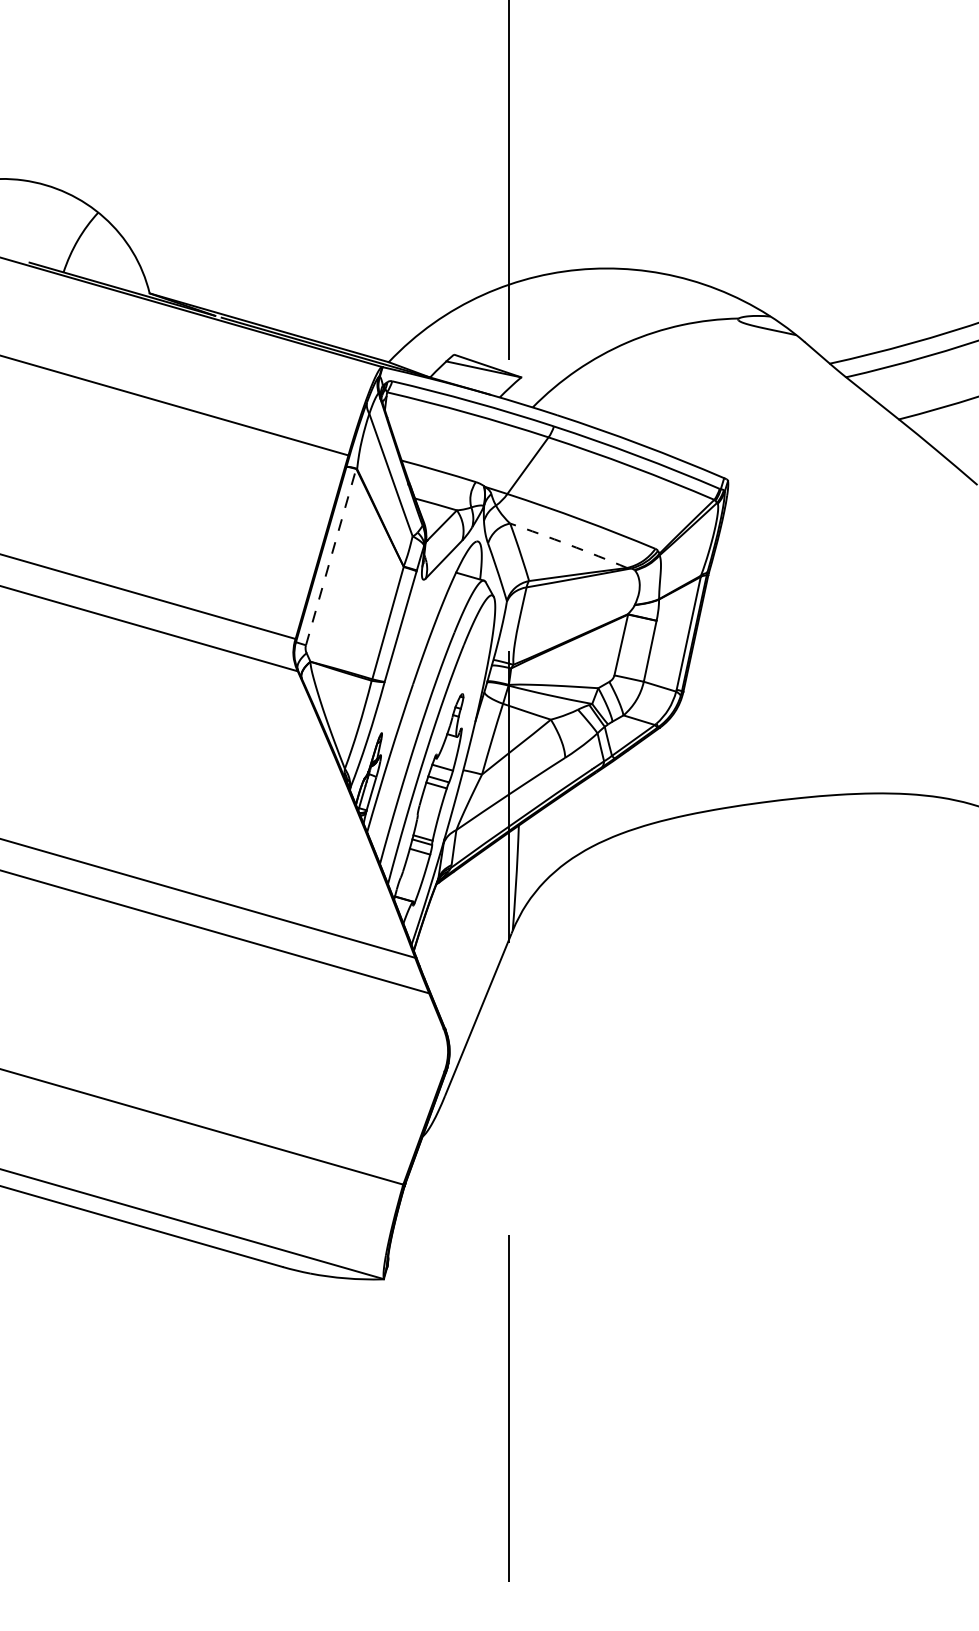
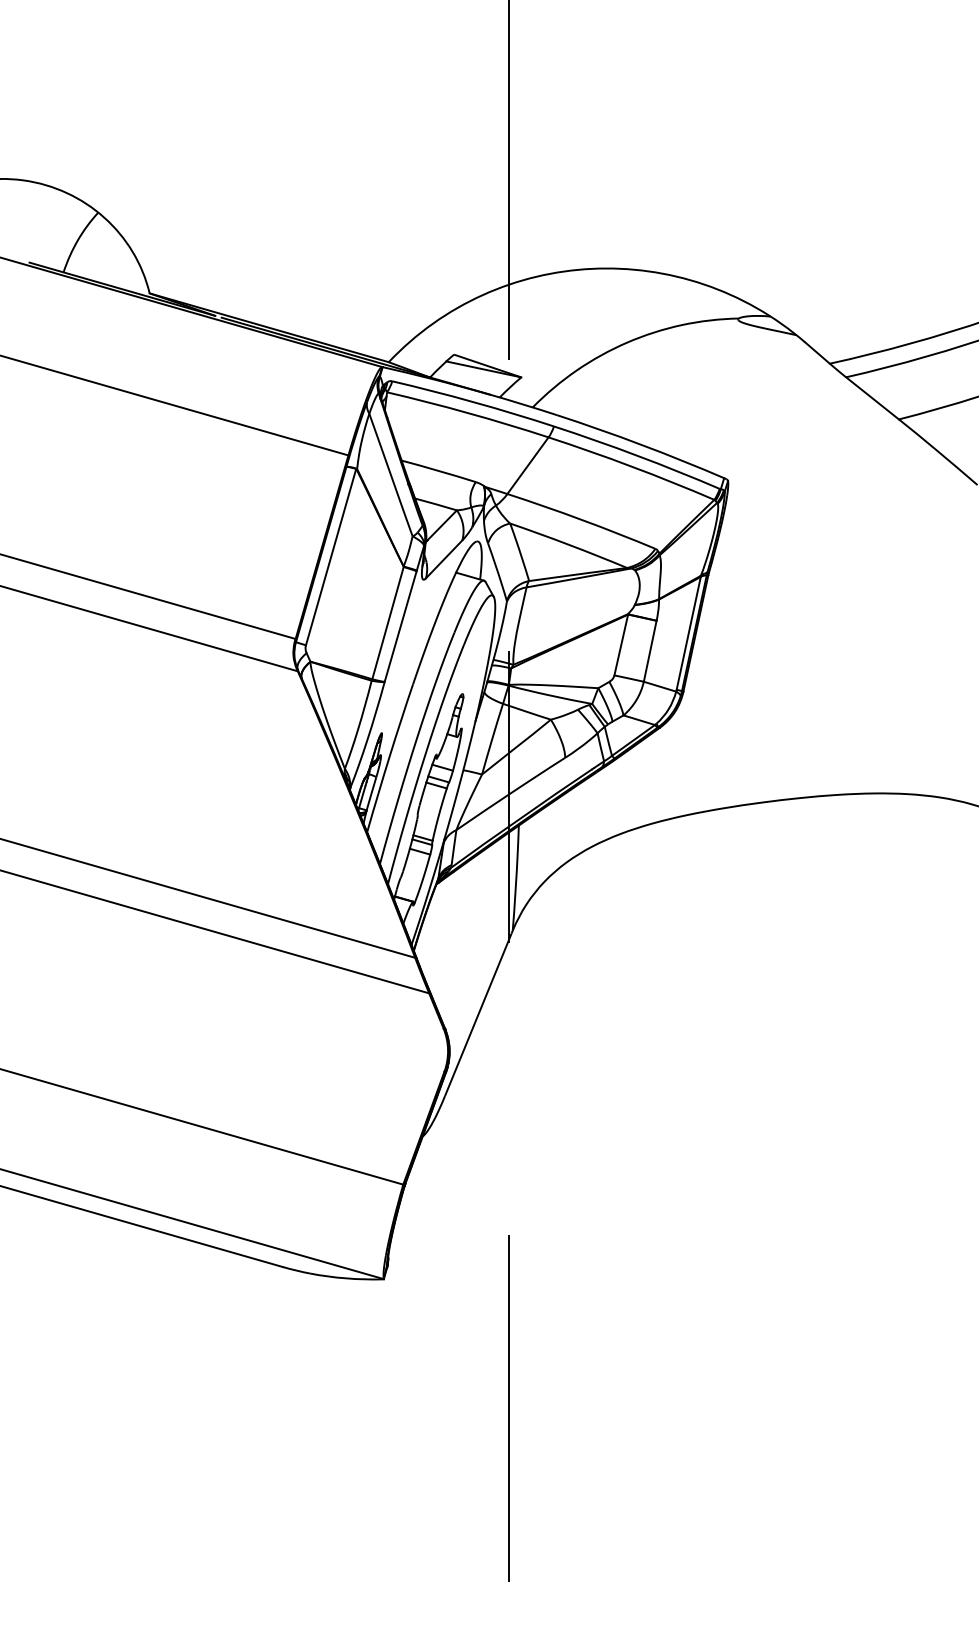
arc at (569, 544): dashed -> solid
line at (331, 557): dashed -> solid
